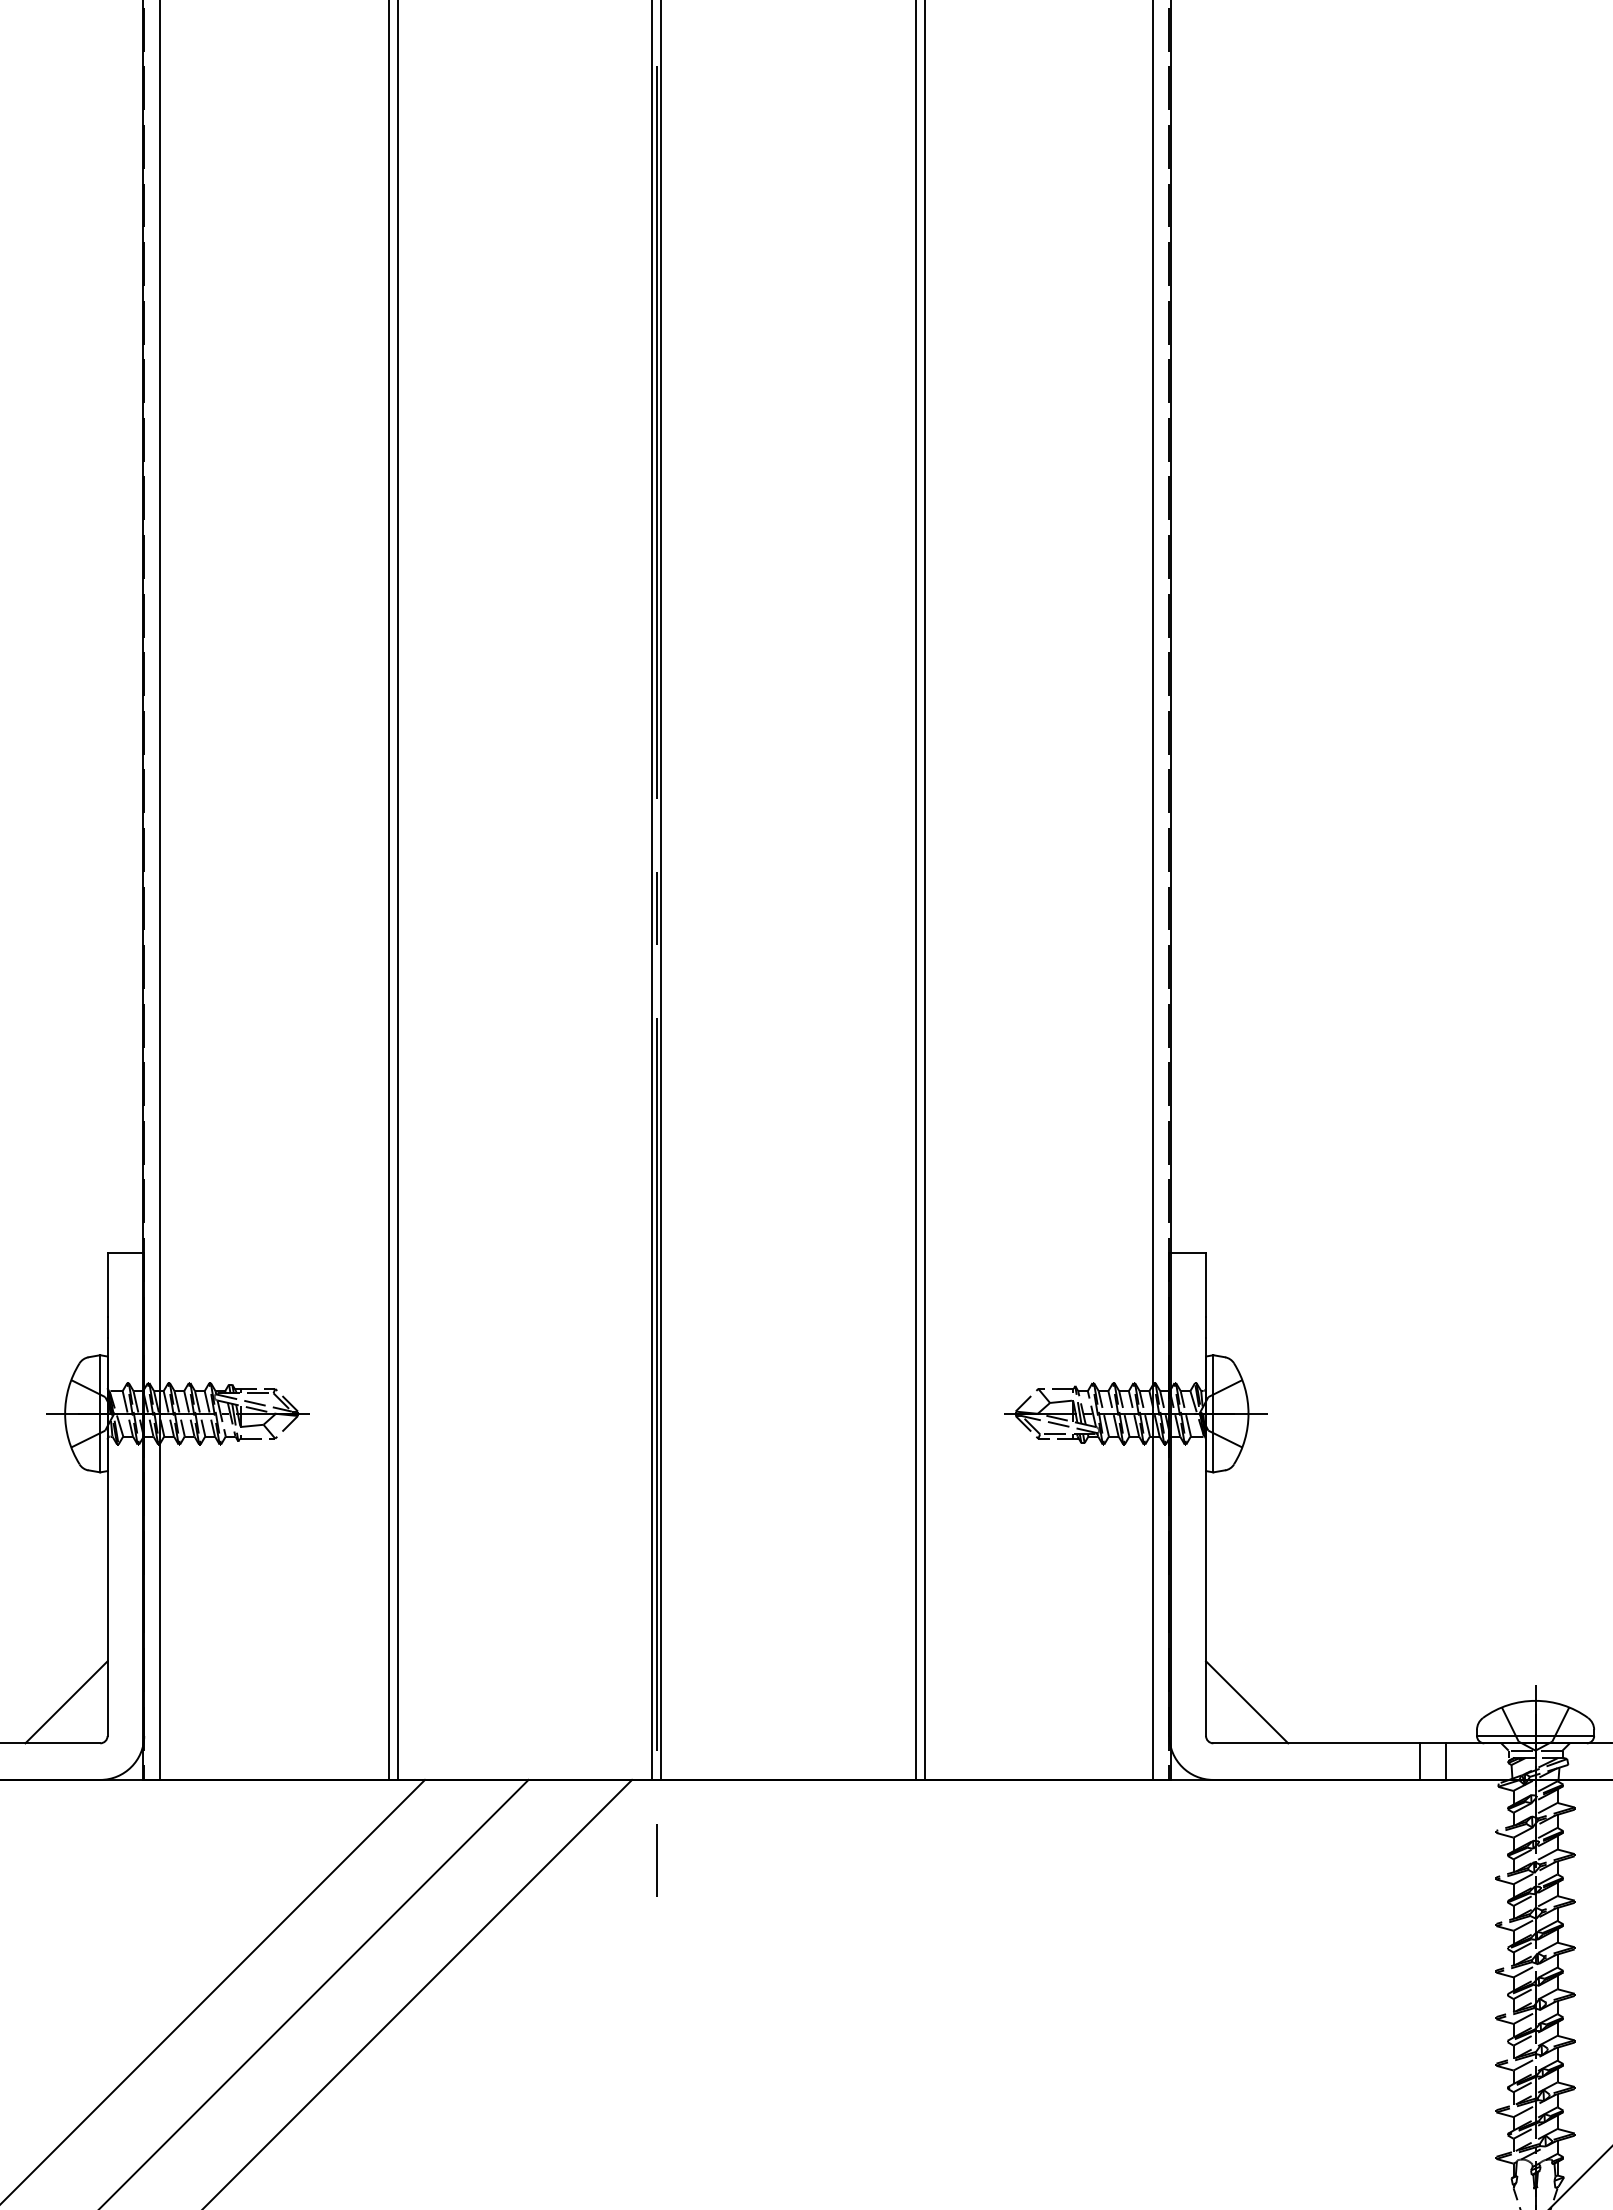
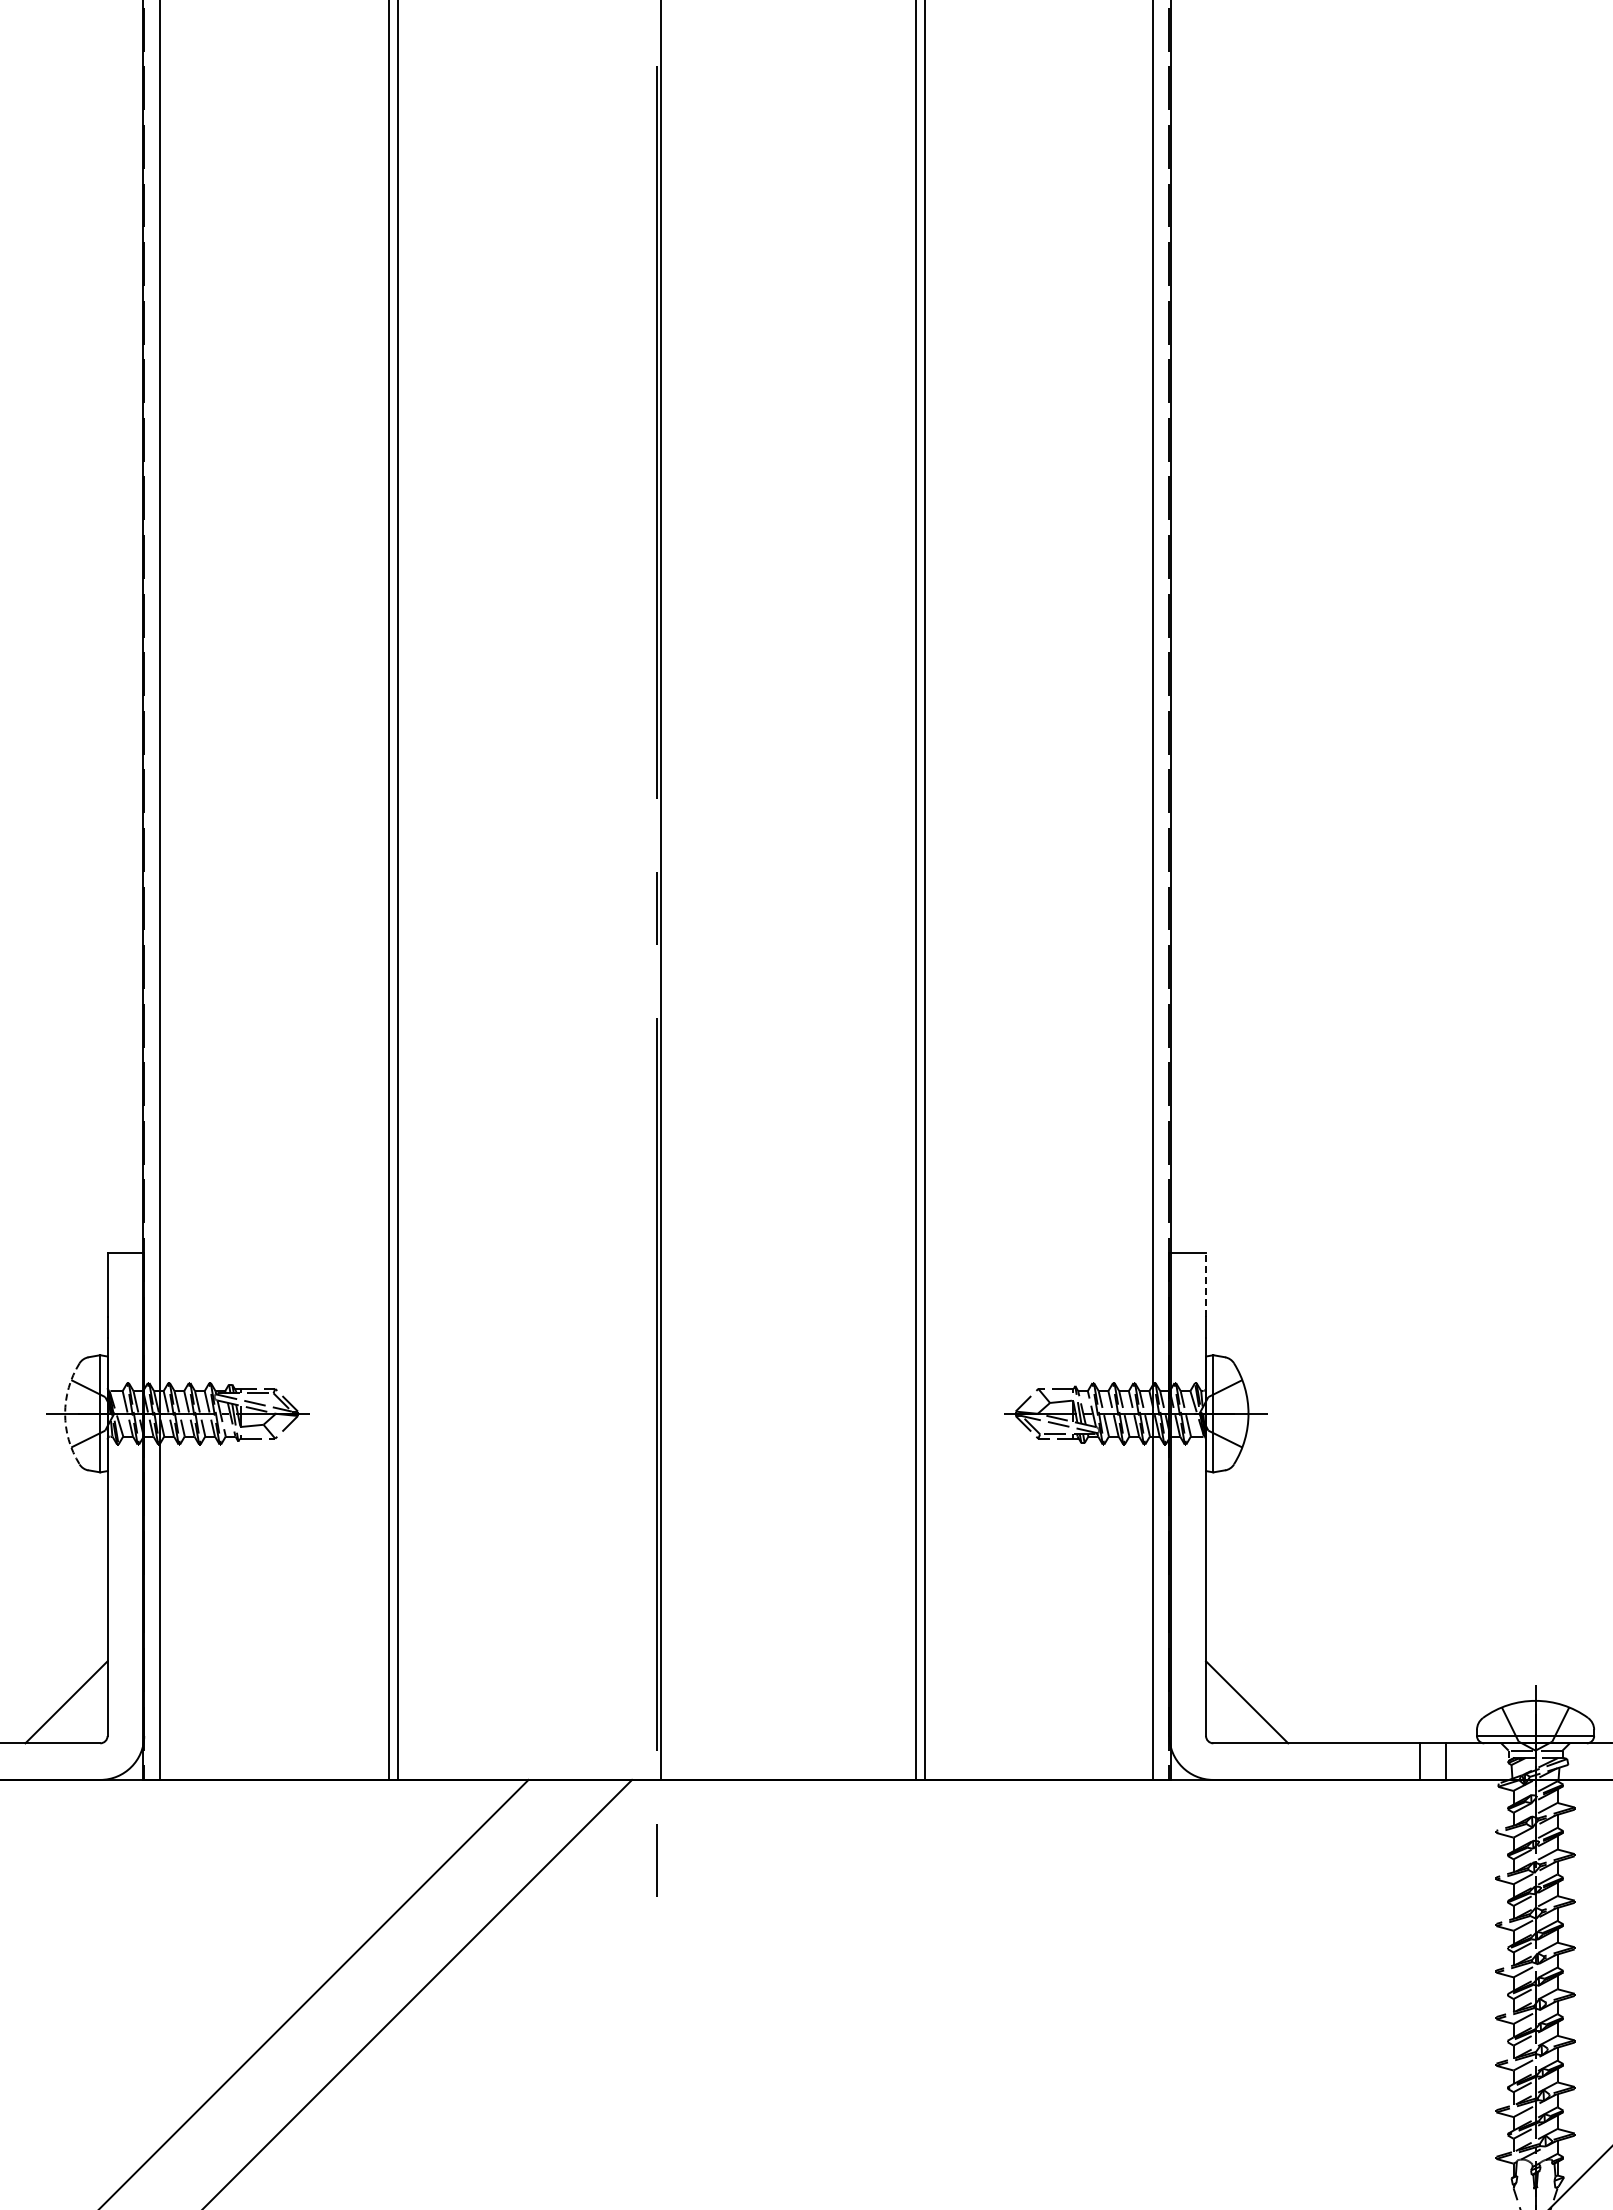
line at (652, 890): present -> none
line at (1206, 1284): solid -> dashed
arc at (65, 1413): solid -> dashed
line at (213, 1990): present -> none
